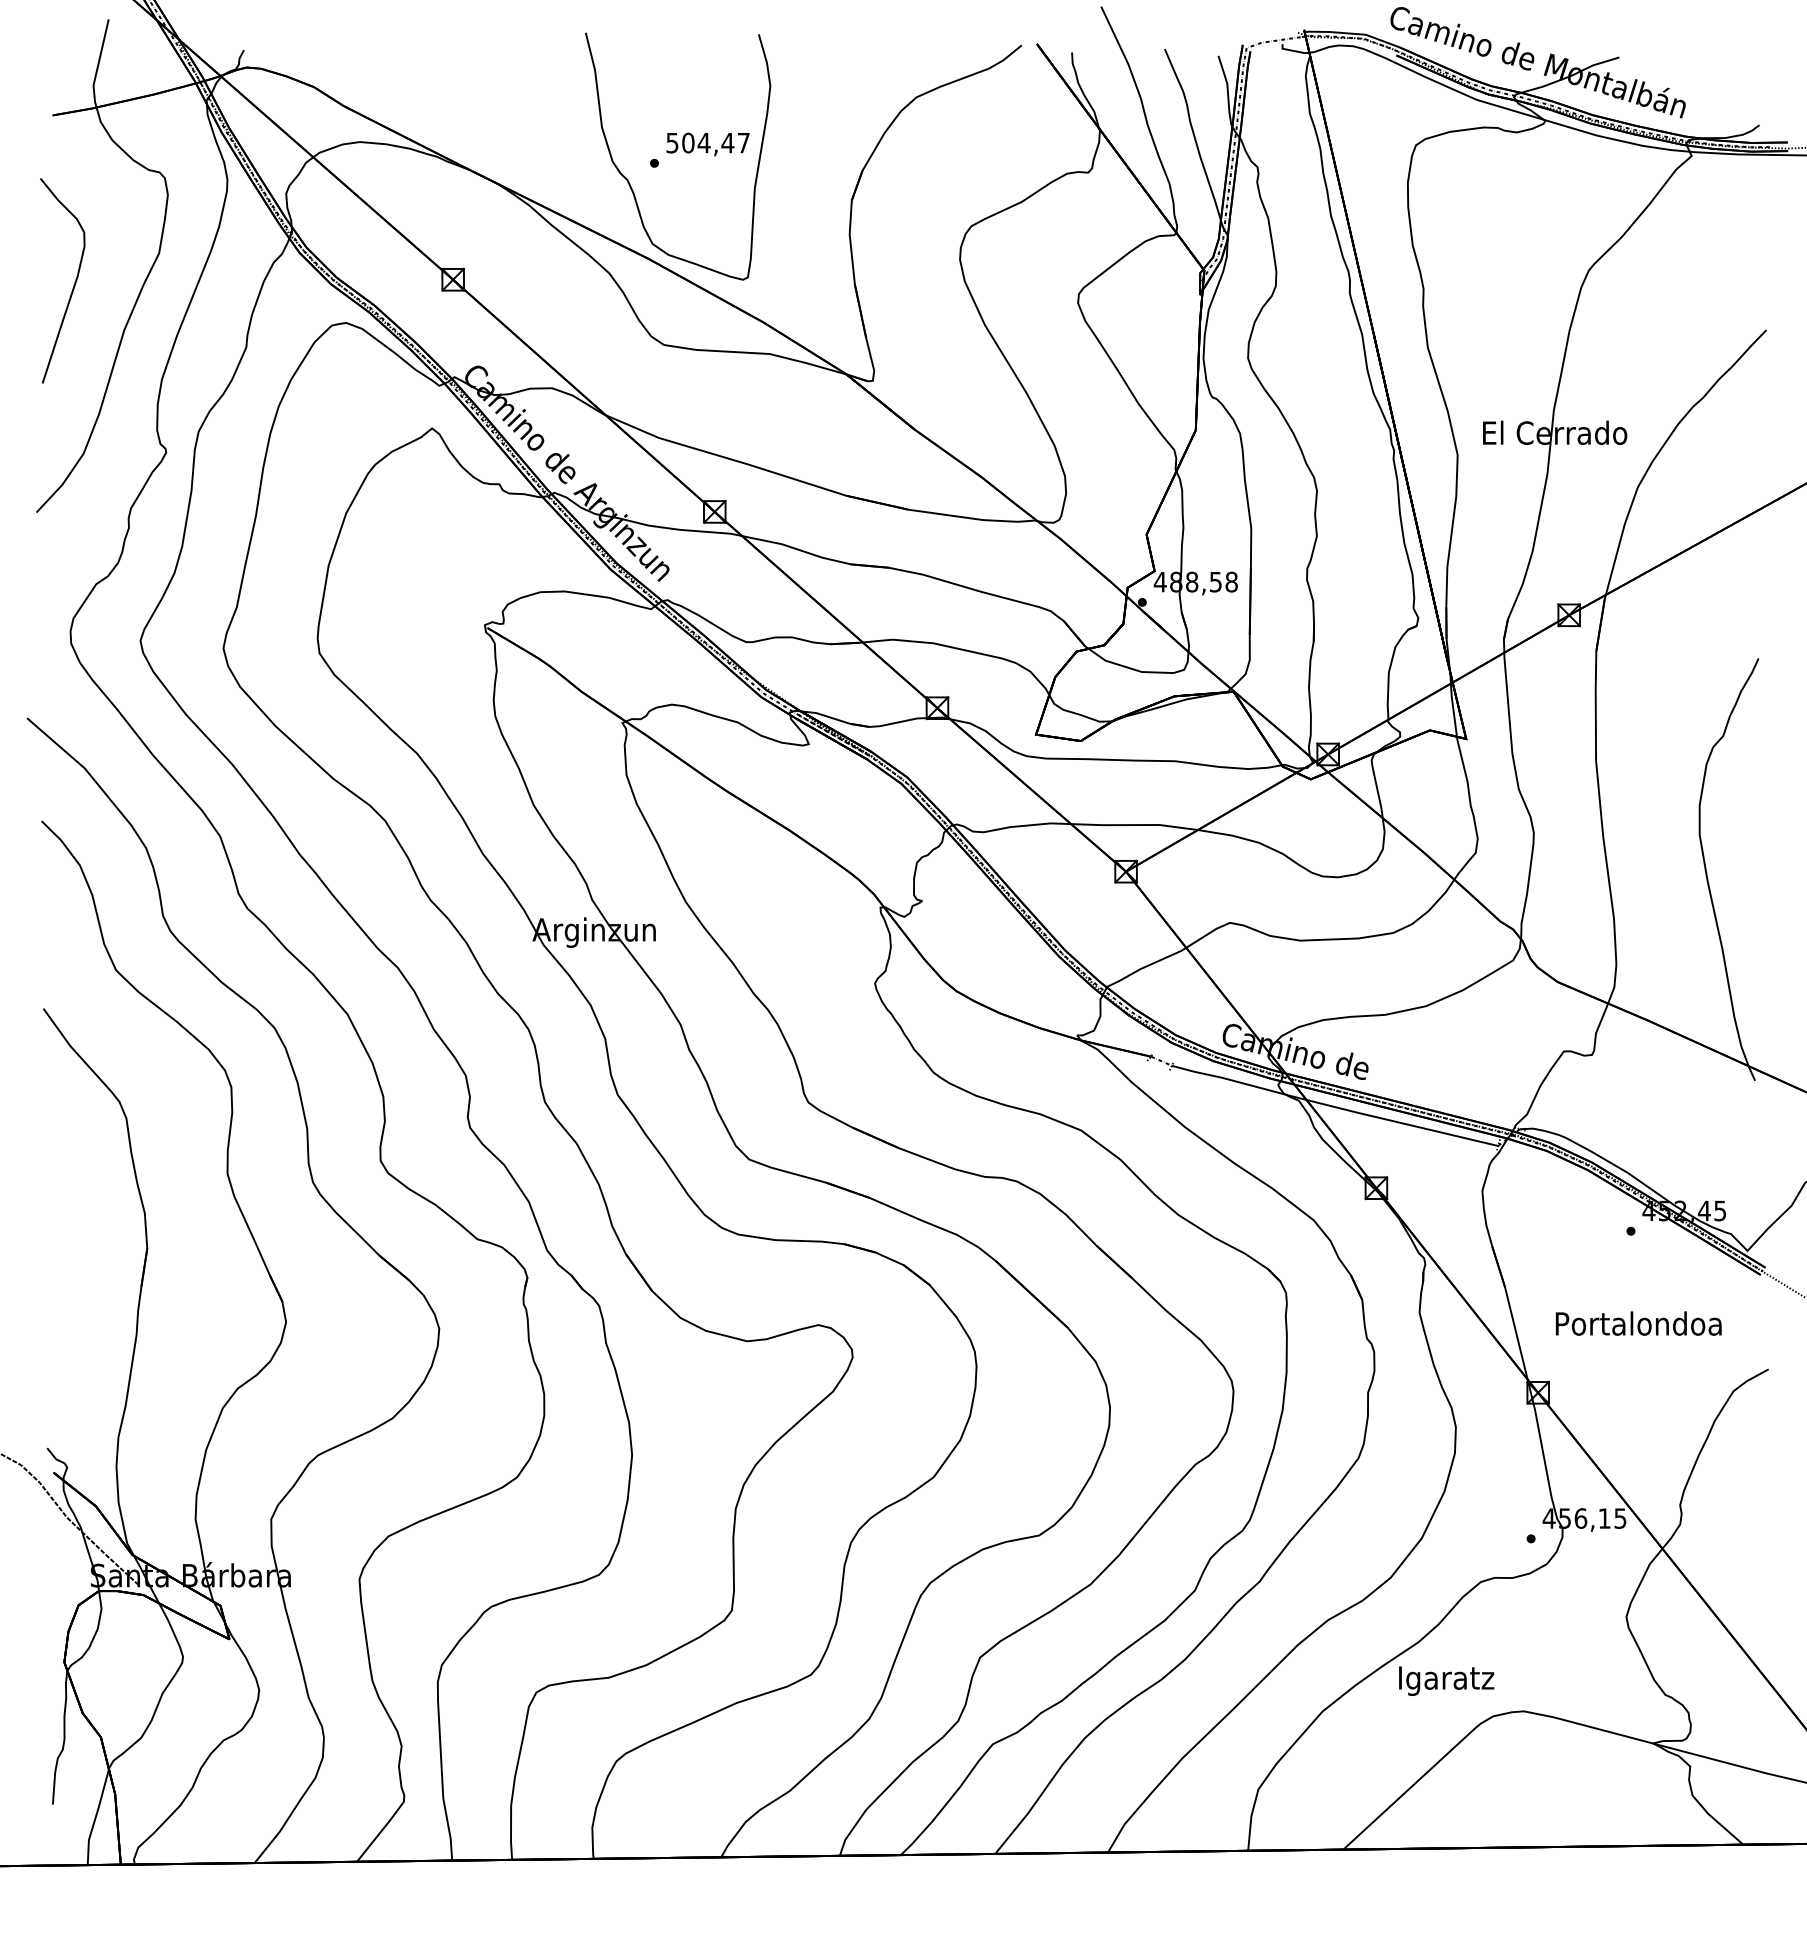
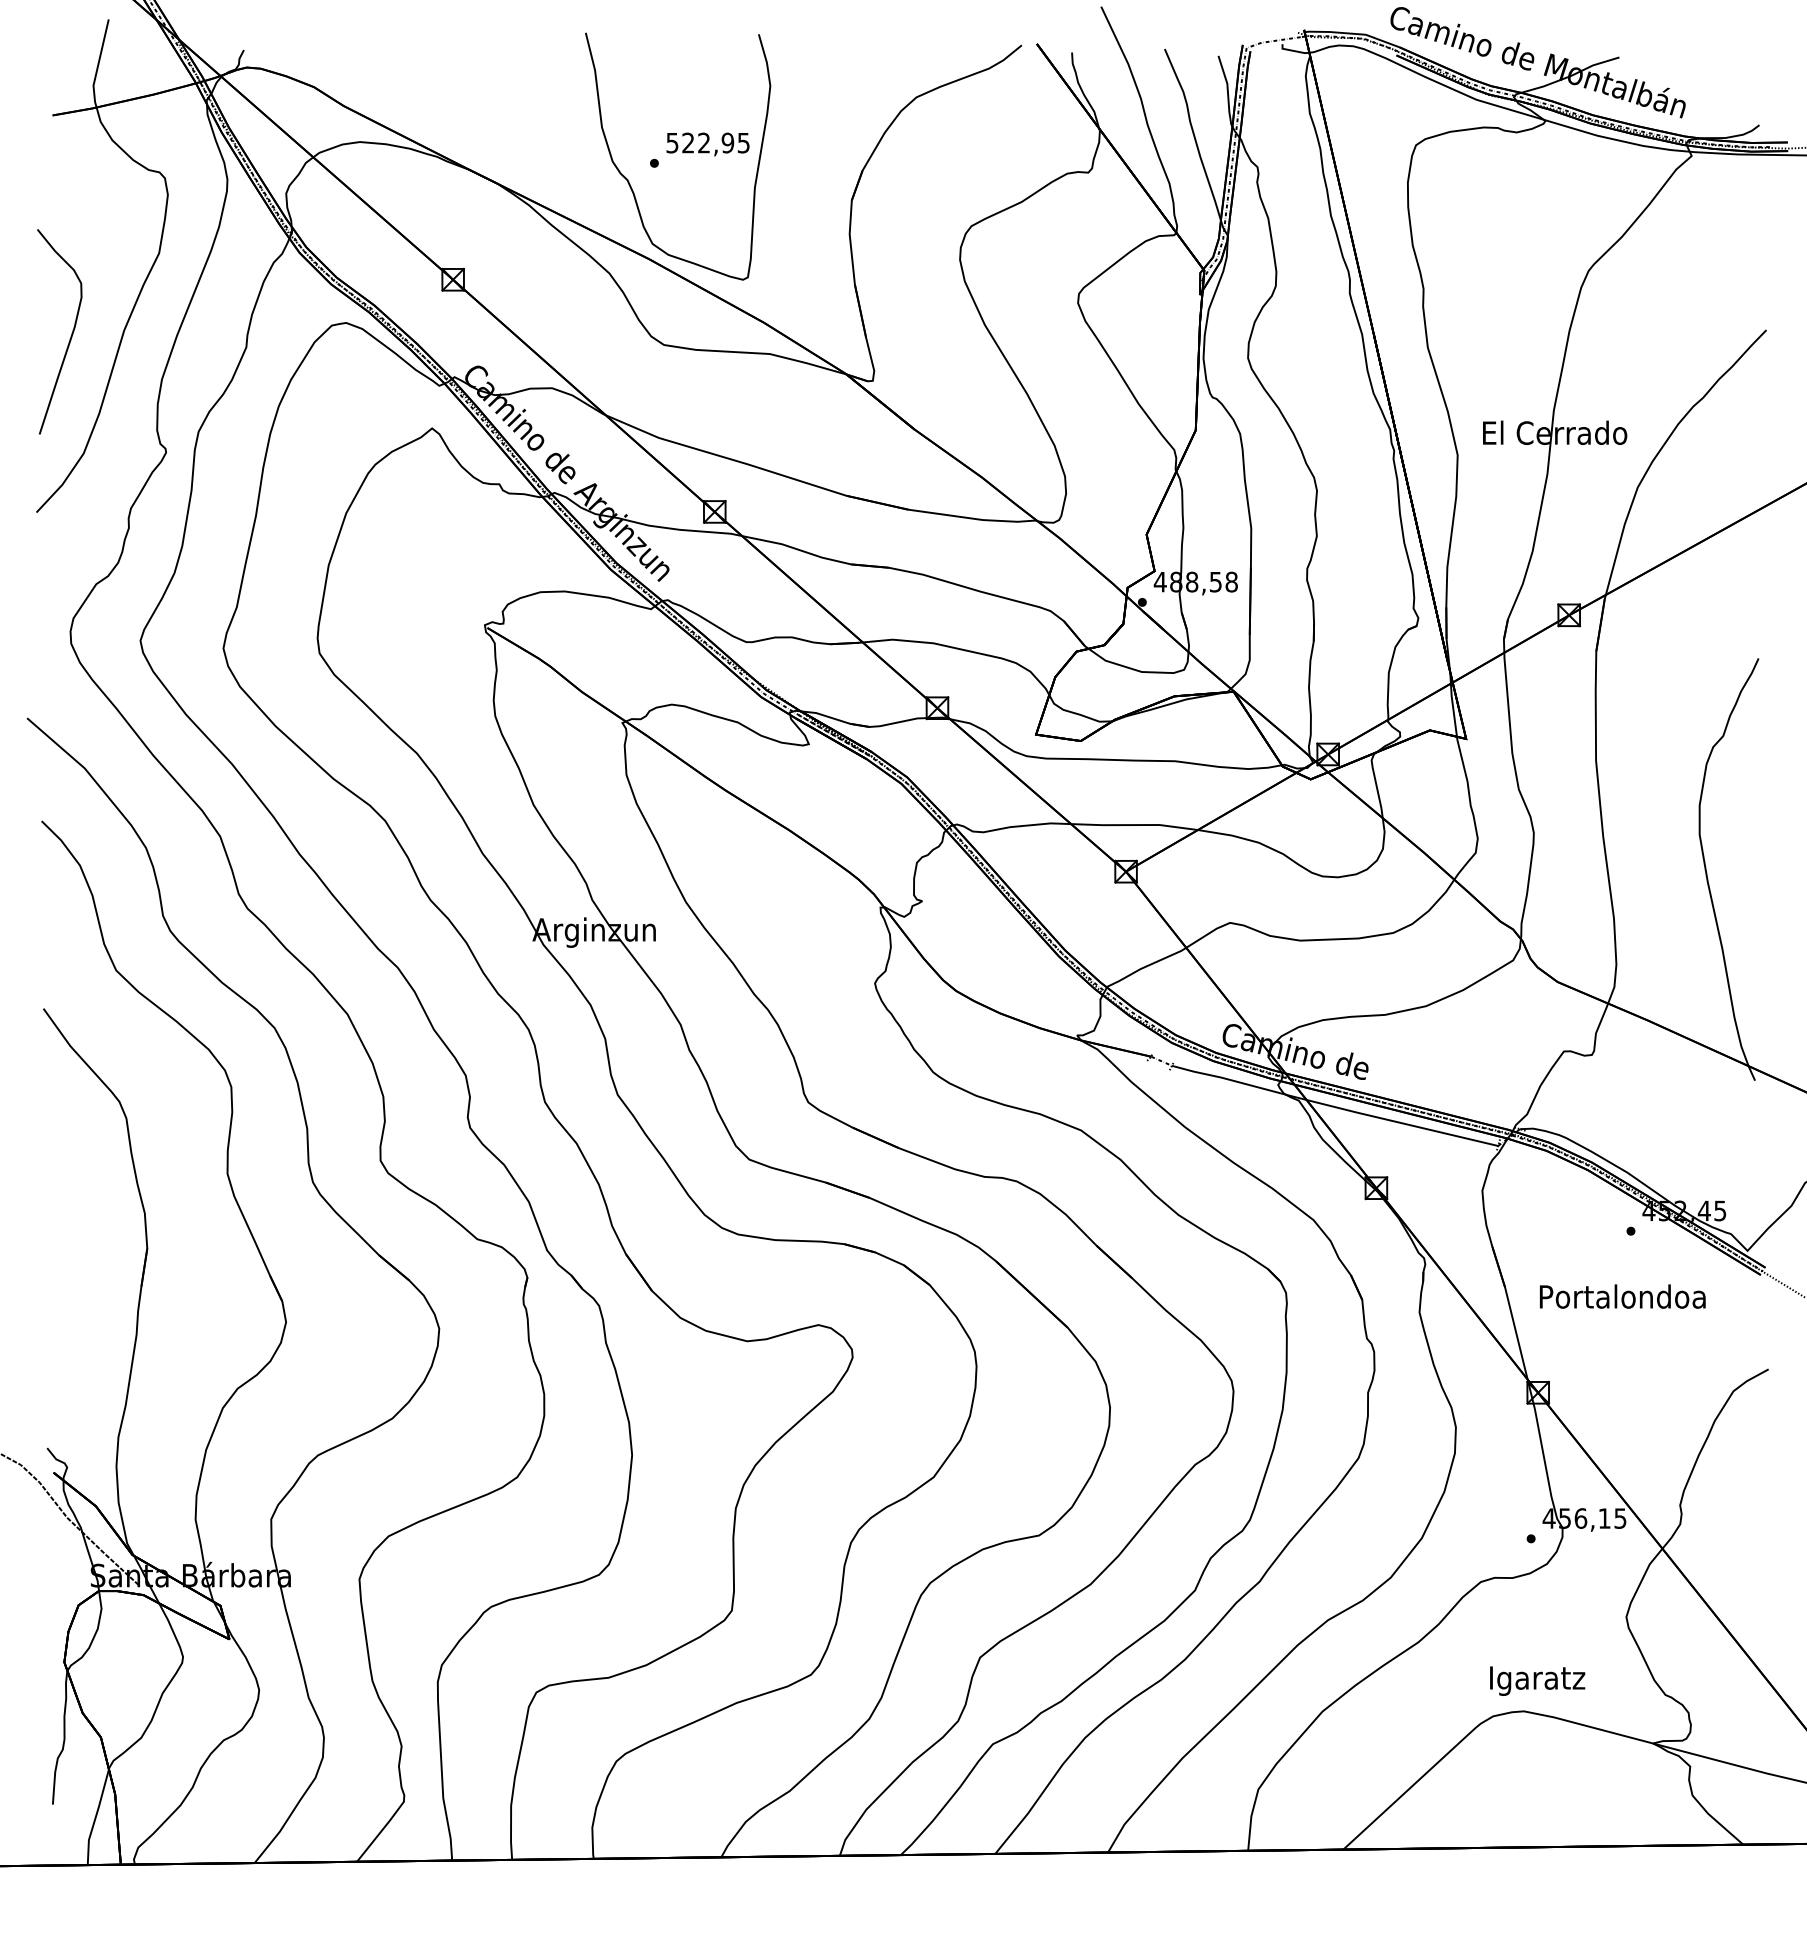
text at (715, 142): 504,47 -> 522,95
curve at (73, 285) position: (73, 285) -> (70, 336)
text at (1638, 1323) position: (1638, 1323) -> (1622, 1296)
text at (1446, 1680) position: (1446, 1680) -> (1537, 1680)
